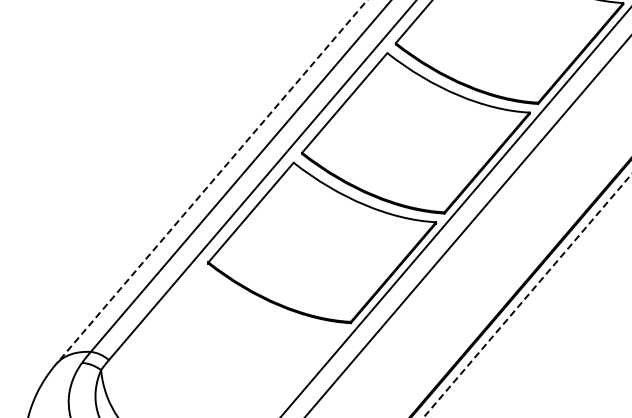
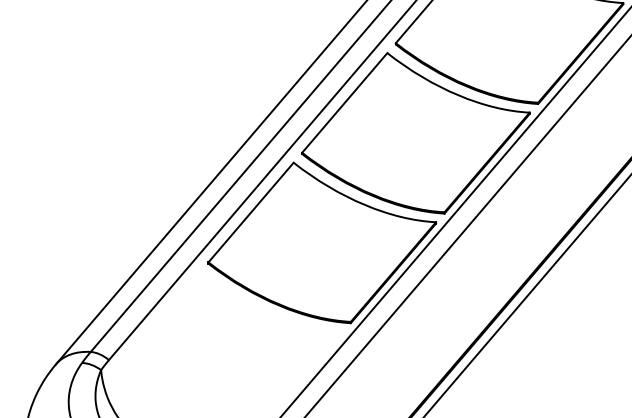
line at (211, 182): dashed -> solid
line at (527, 295): dashed -> solid
